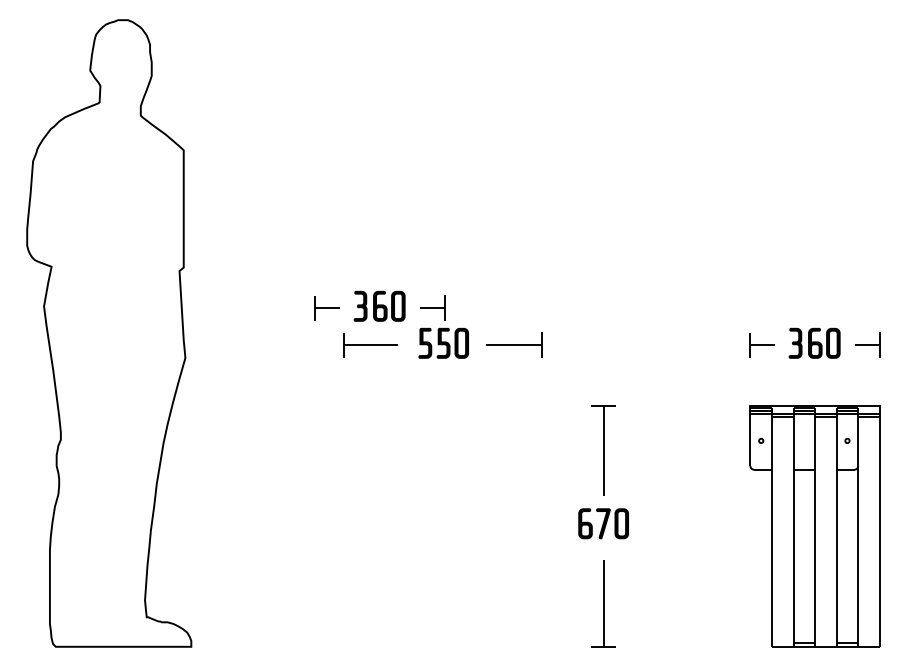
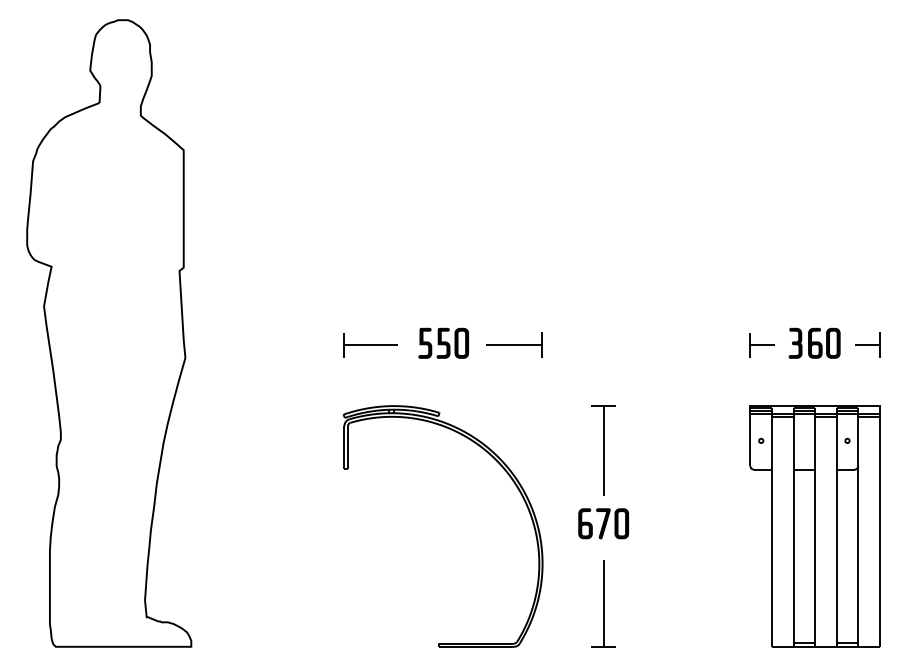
part at (379, 305): present -> none
part at (509, 477): none -> present
